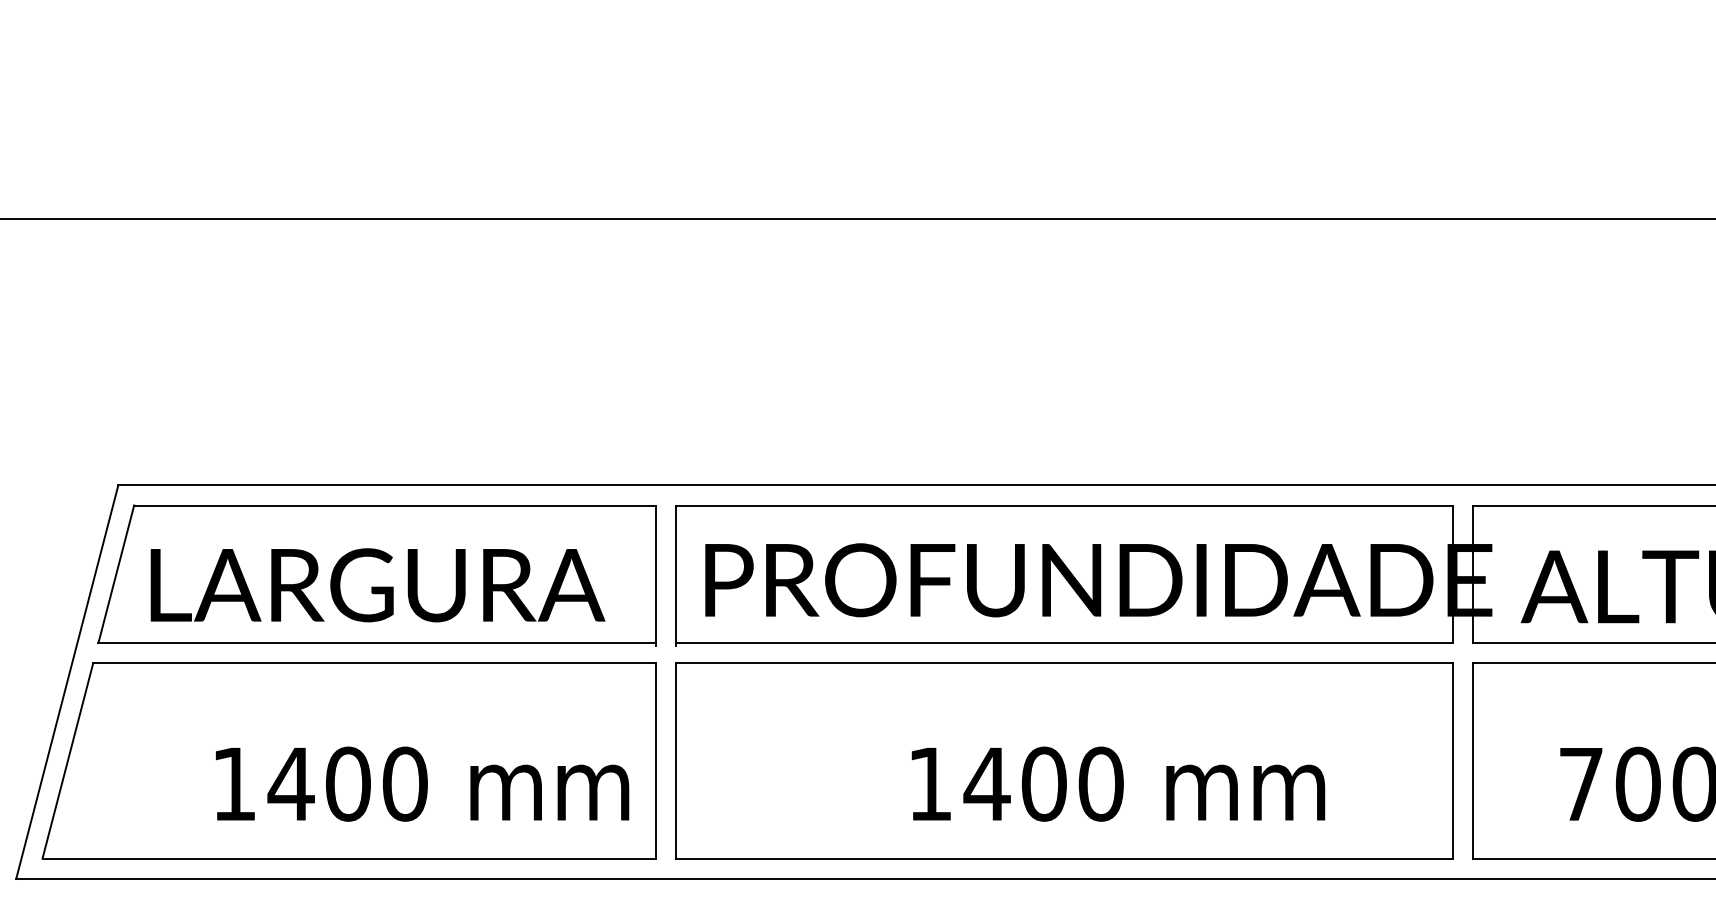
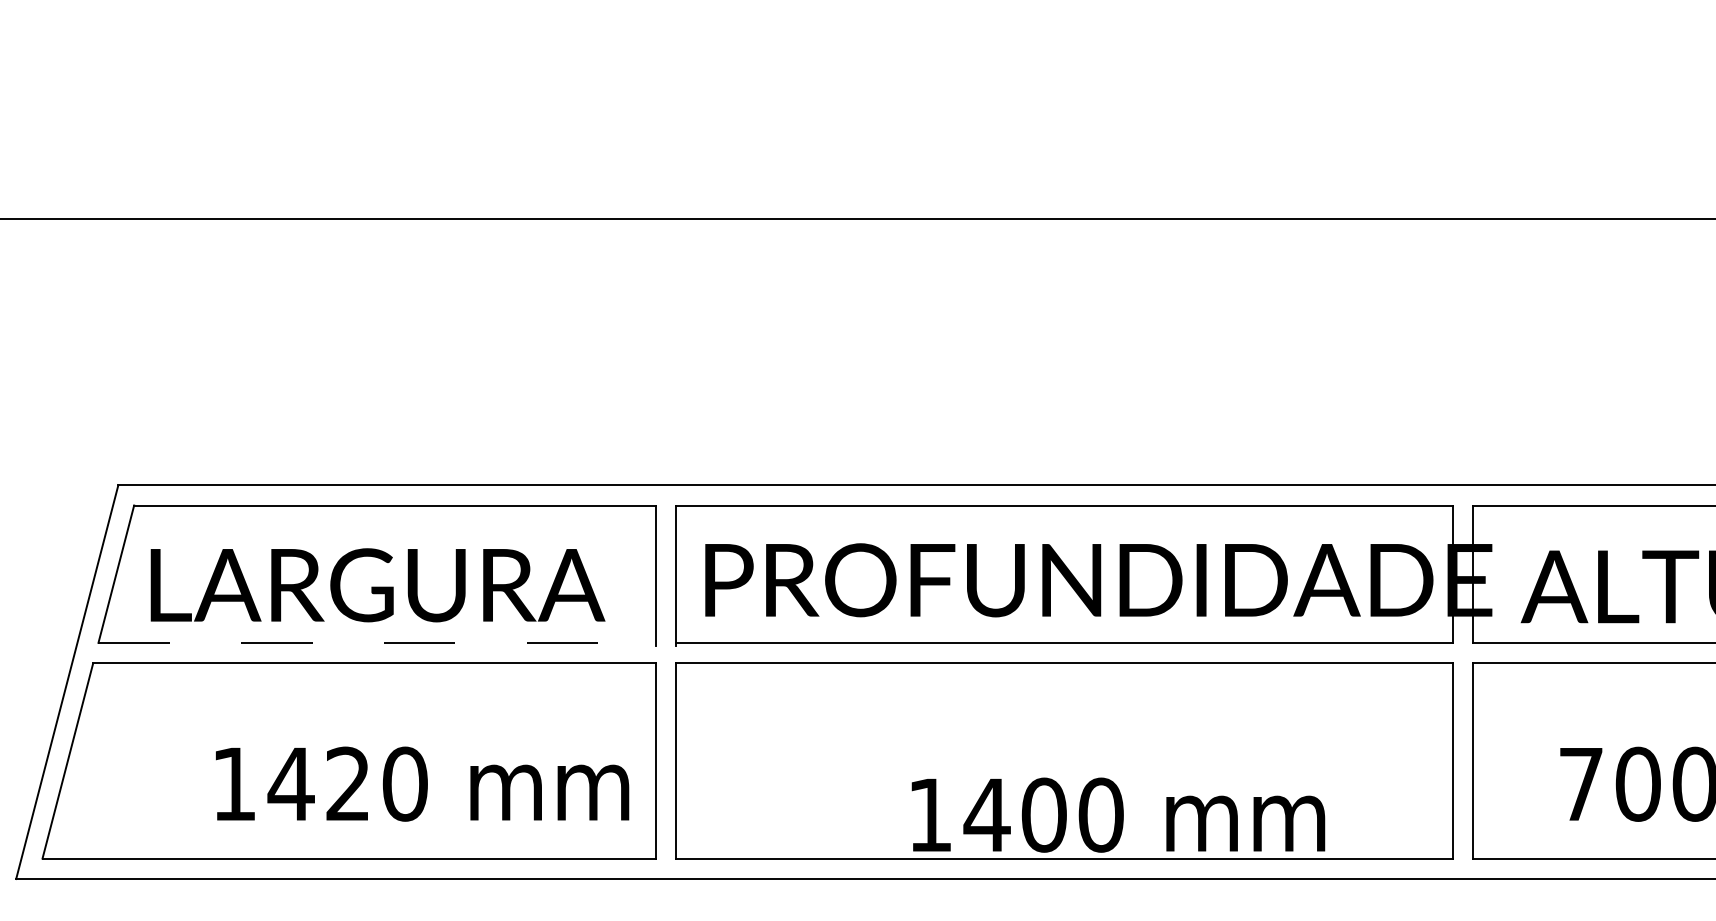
line at (377, 642): solid -> dashed
text at (348, 783): 1400 -> 1420
text at (1118, 783) position: (1118, 783) -> (1118, 814)
